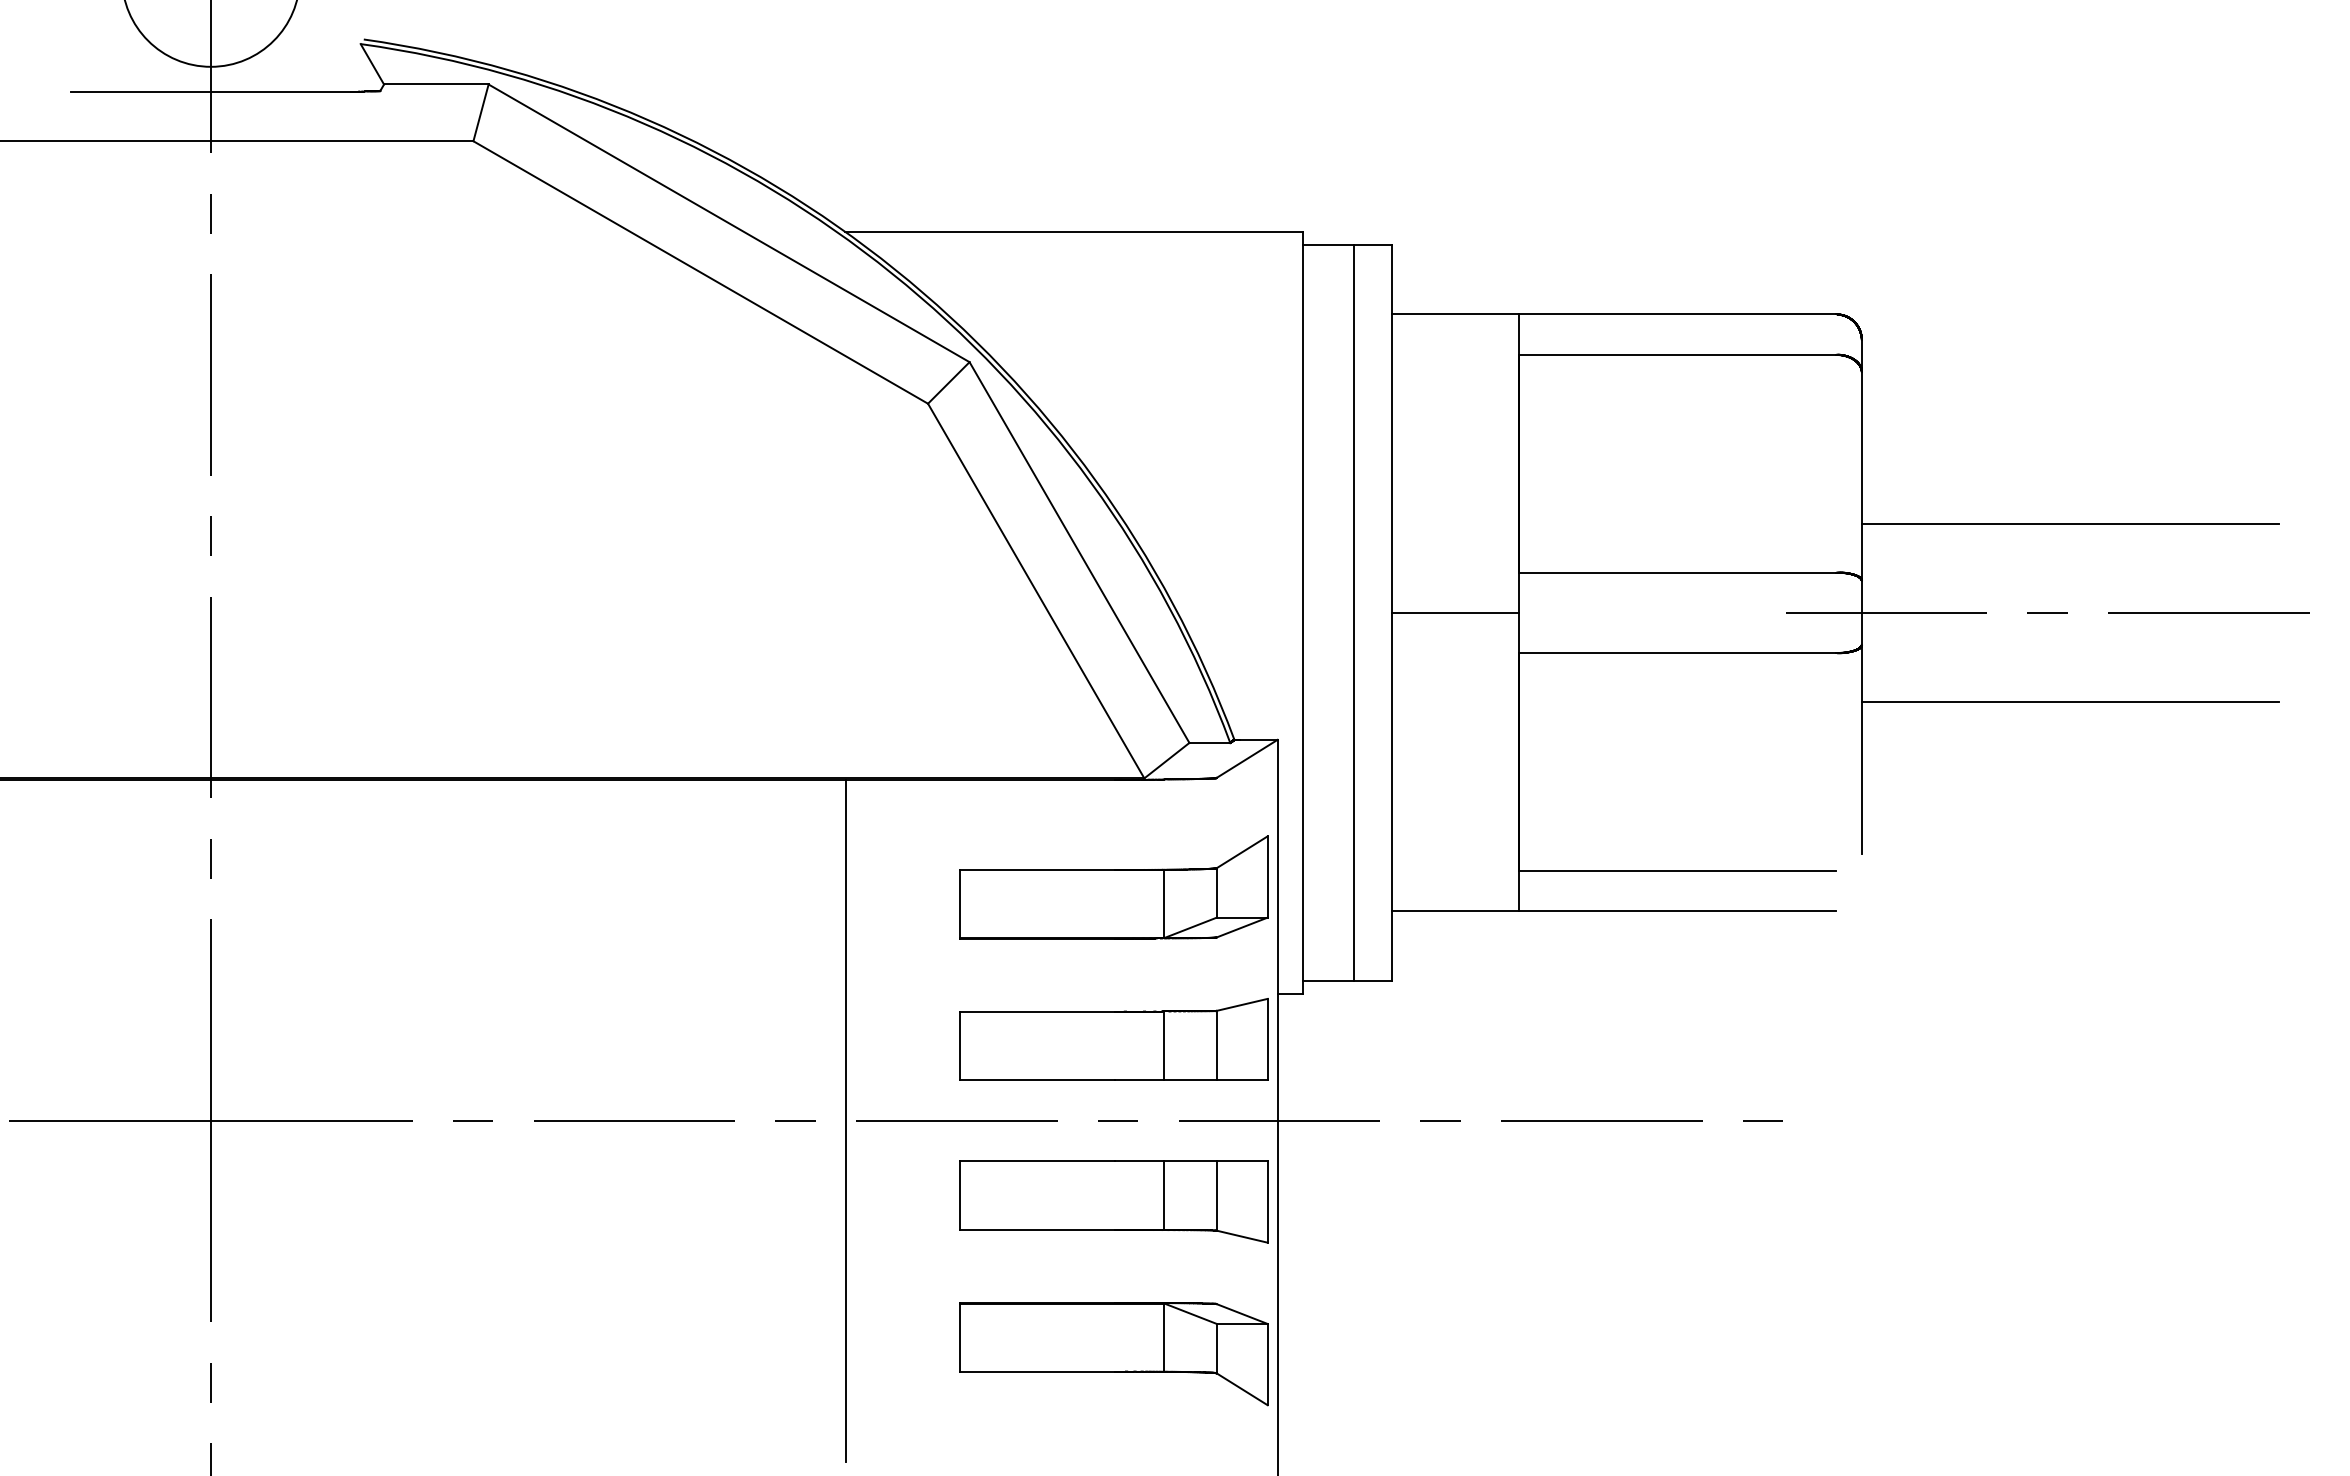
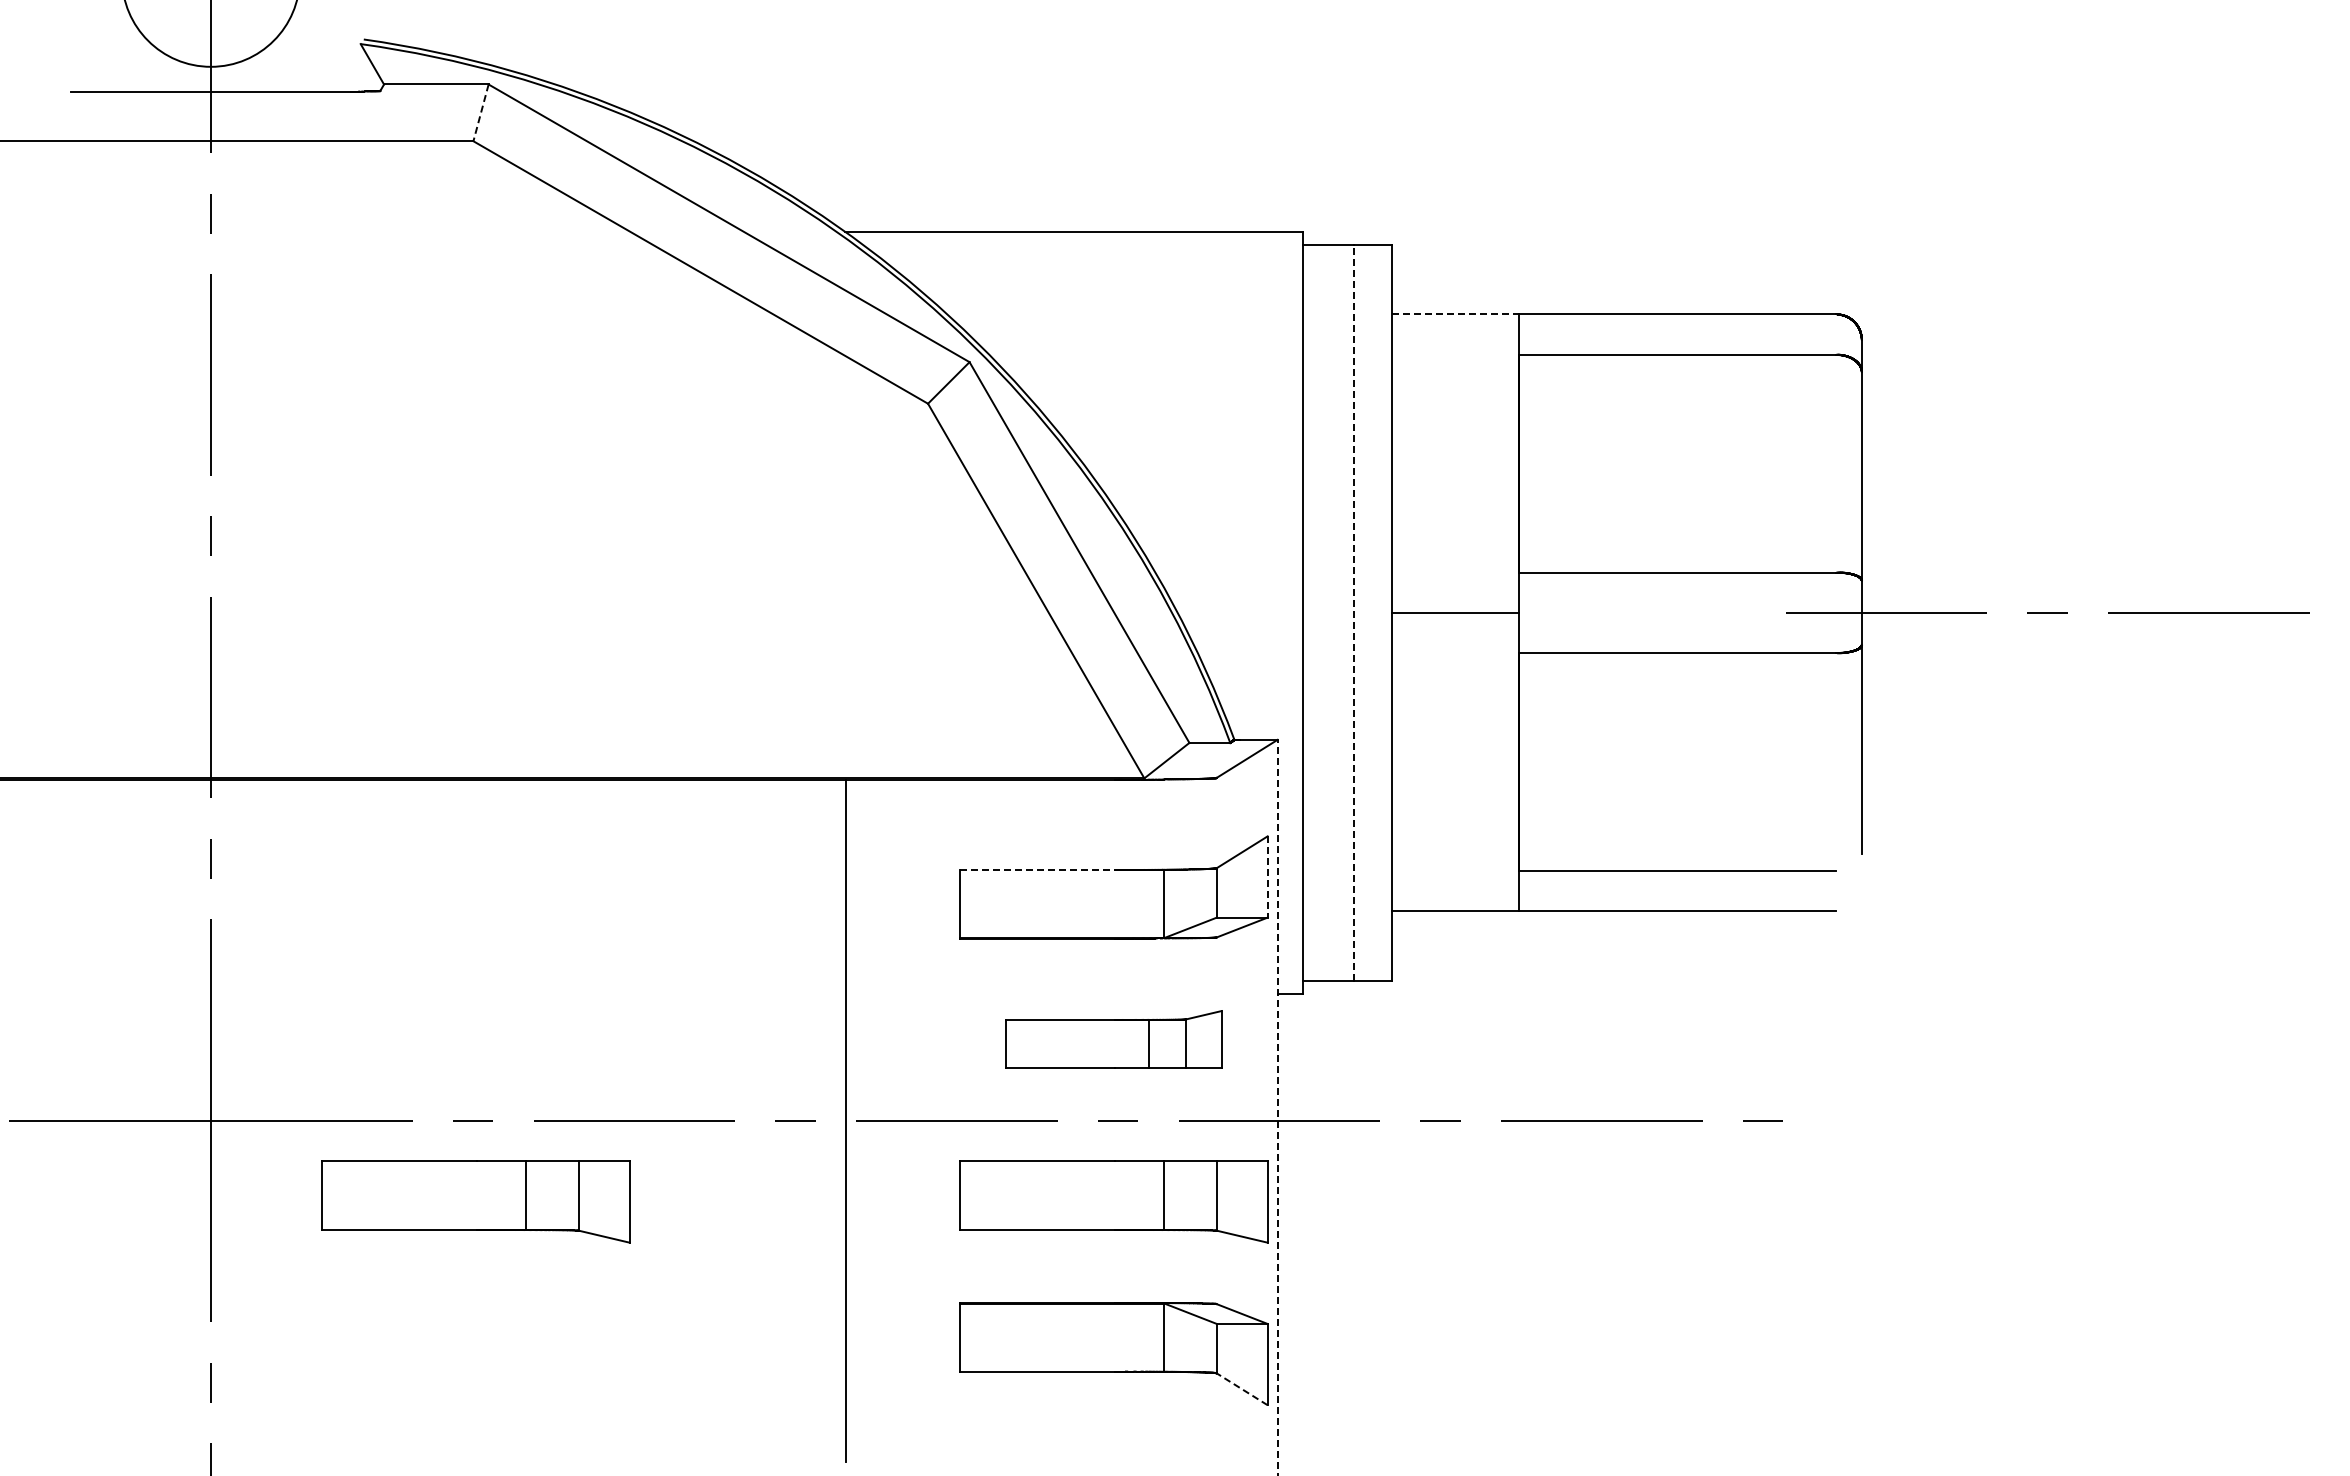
line at (480, 113): solid -> dashed
line at (1455, 314): solid -> dashed
line at (2070, 523): present -> none
line at (1353, 612): solid -> dashed
line at (2070, 701): present -> none
line at (1038, 870): solid -> dashed
line at (1267, 876): solid -> dashed
part at (1113, 1039) size: 310x83 px -> 218x59 px
line at (1277, 1107): solid -> dashed
part at (475, 1201): none -> present
line at (1241, 1388): solid -> dashed
